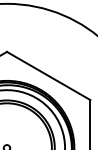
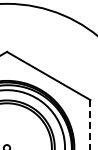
line at (90, 124): solid -> dashed
